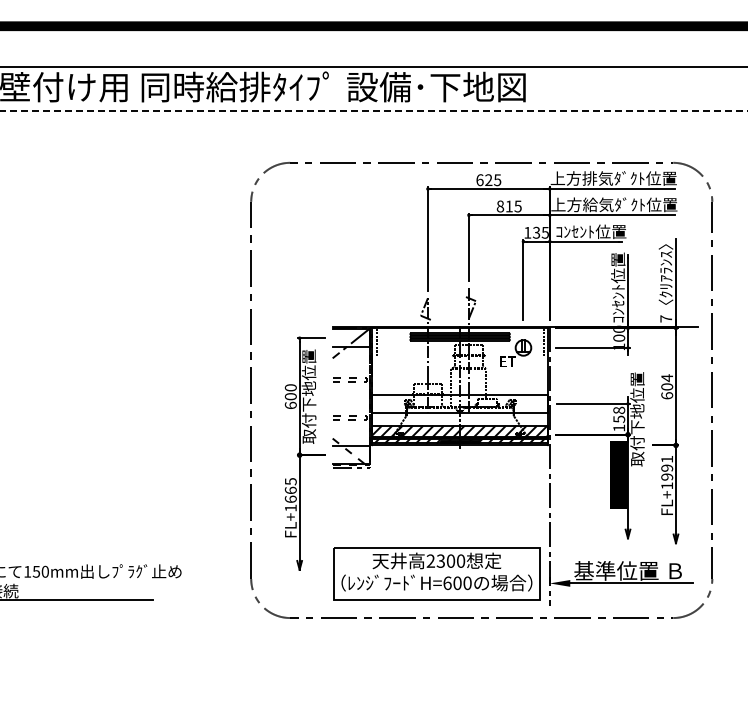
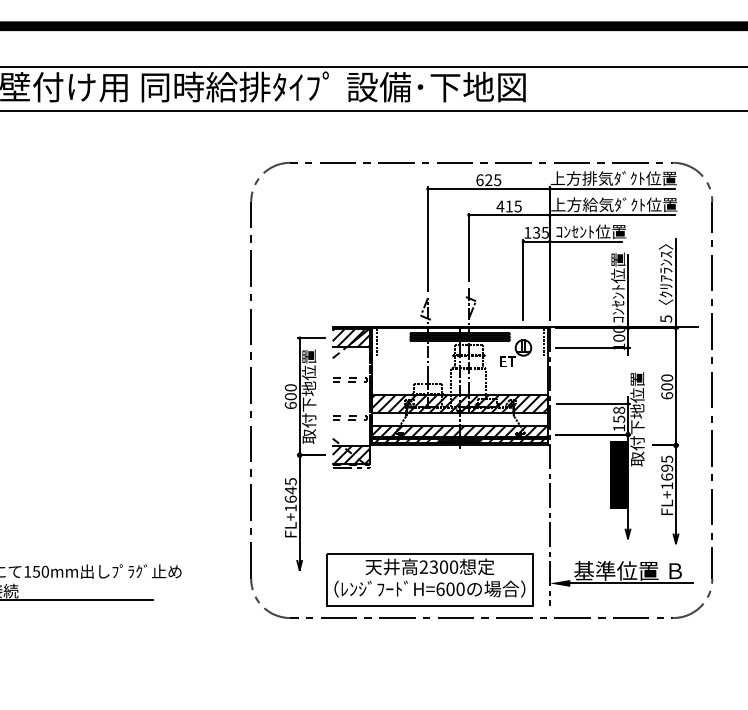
line at (374, 111): dashed -> solid
text at (500, 206): 815 -> 415
text at (666, 318): 7 -> 5
hatch at (351, 337): none -> present
text at (667, 378): 604 -> 600
hatch at (459, 403): none -> present
hatch at (351, 454): none -> present
text at (667, 467): FL+1991 -> FL+1695
text at (290, 490): FL+1665 -> FL+1645
part at (436, 573) position: (436, 573) -> (429, 579)
